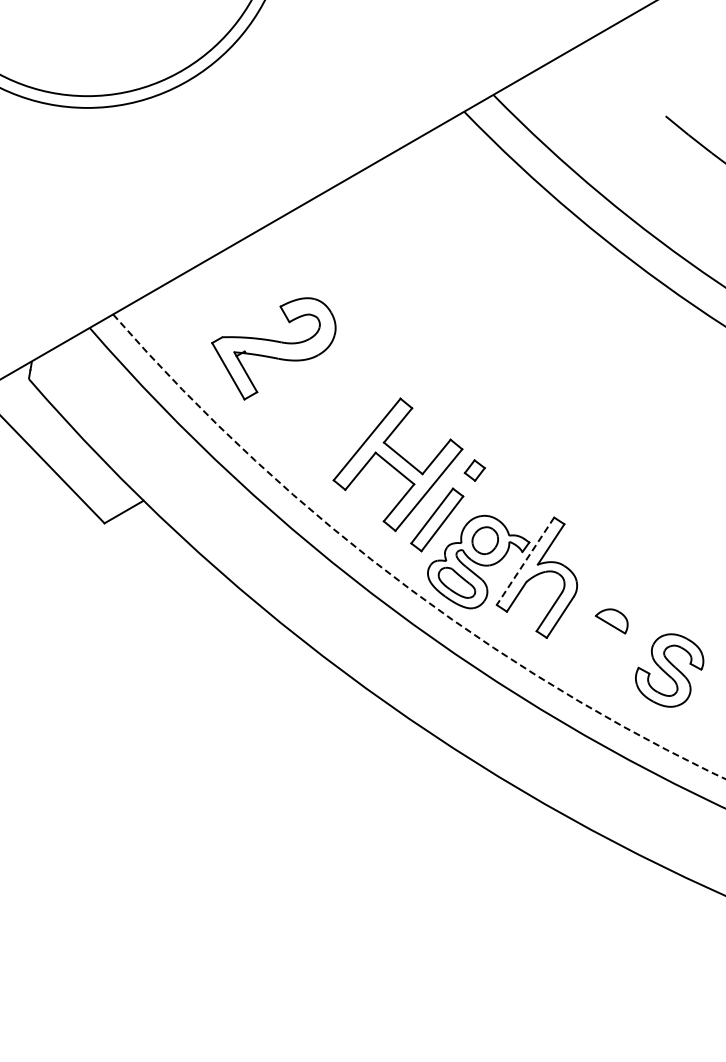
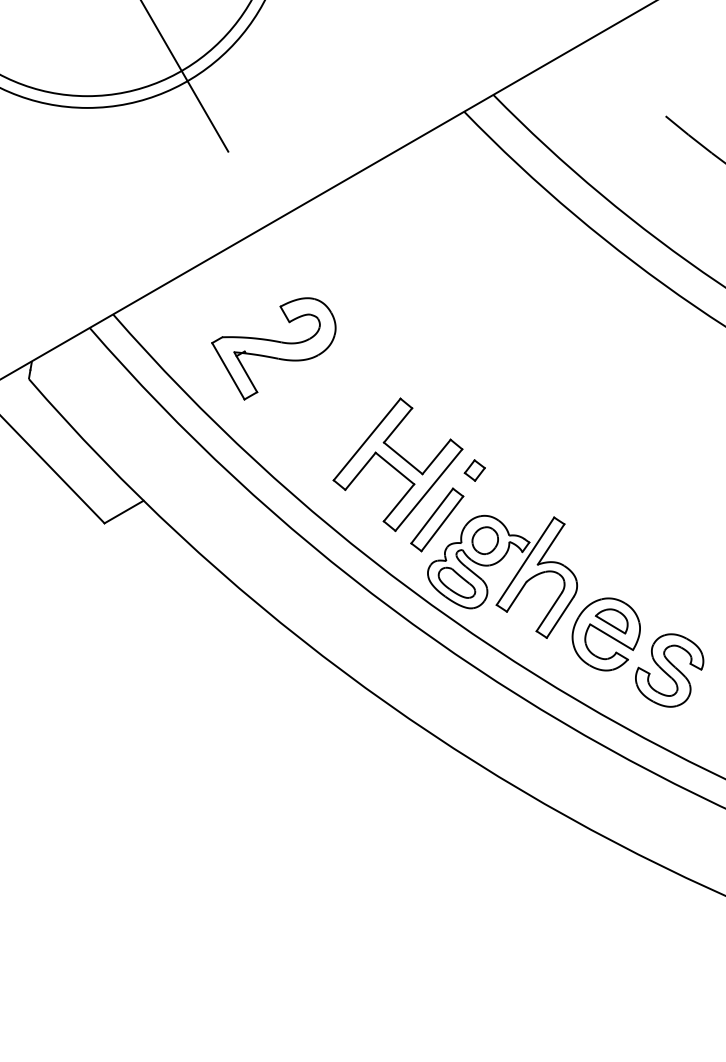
line at (185, 77): none -> present
line at (525, 561): dashed -> solid
arc at (397, 579): dashed -> solid
part at (605, 634): none -> present
